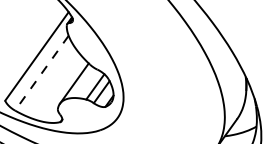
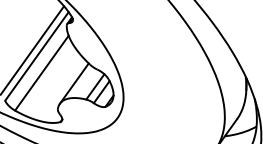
line at (33, 49): none -> present
line at (41, 73): dashed -> solid
